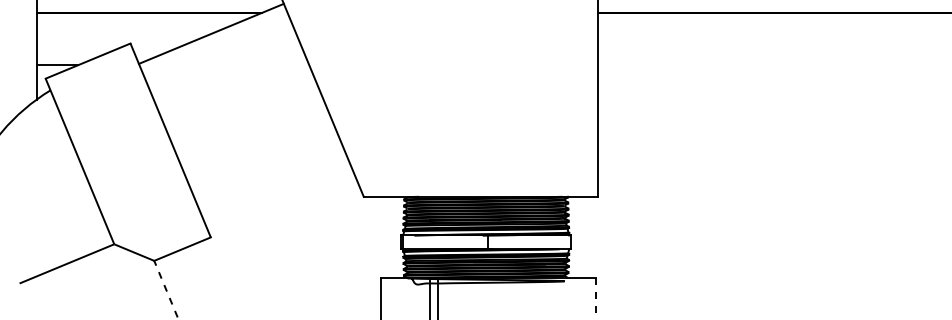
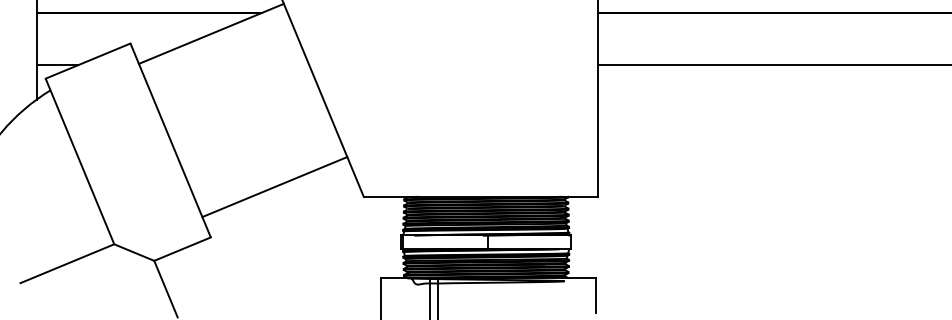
line at (773, 65): none -> present
line at (274, 187): none -> present
line at (165, 289): dashed -> solid
line at (596, 295): dashed -> solid
